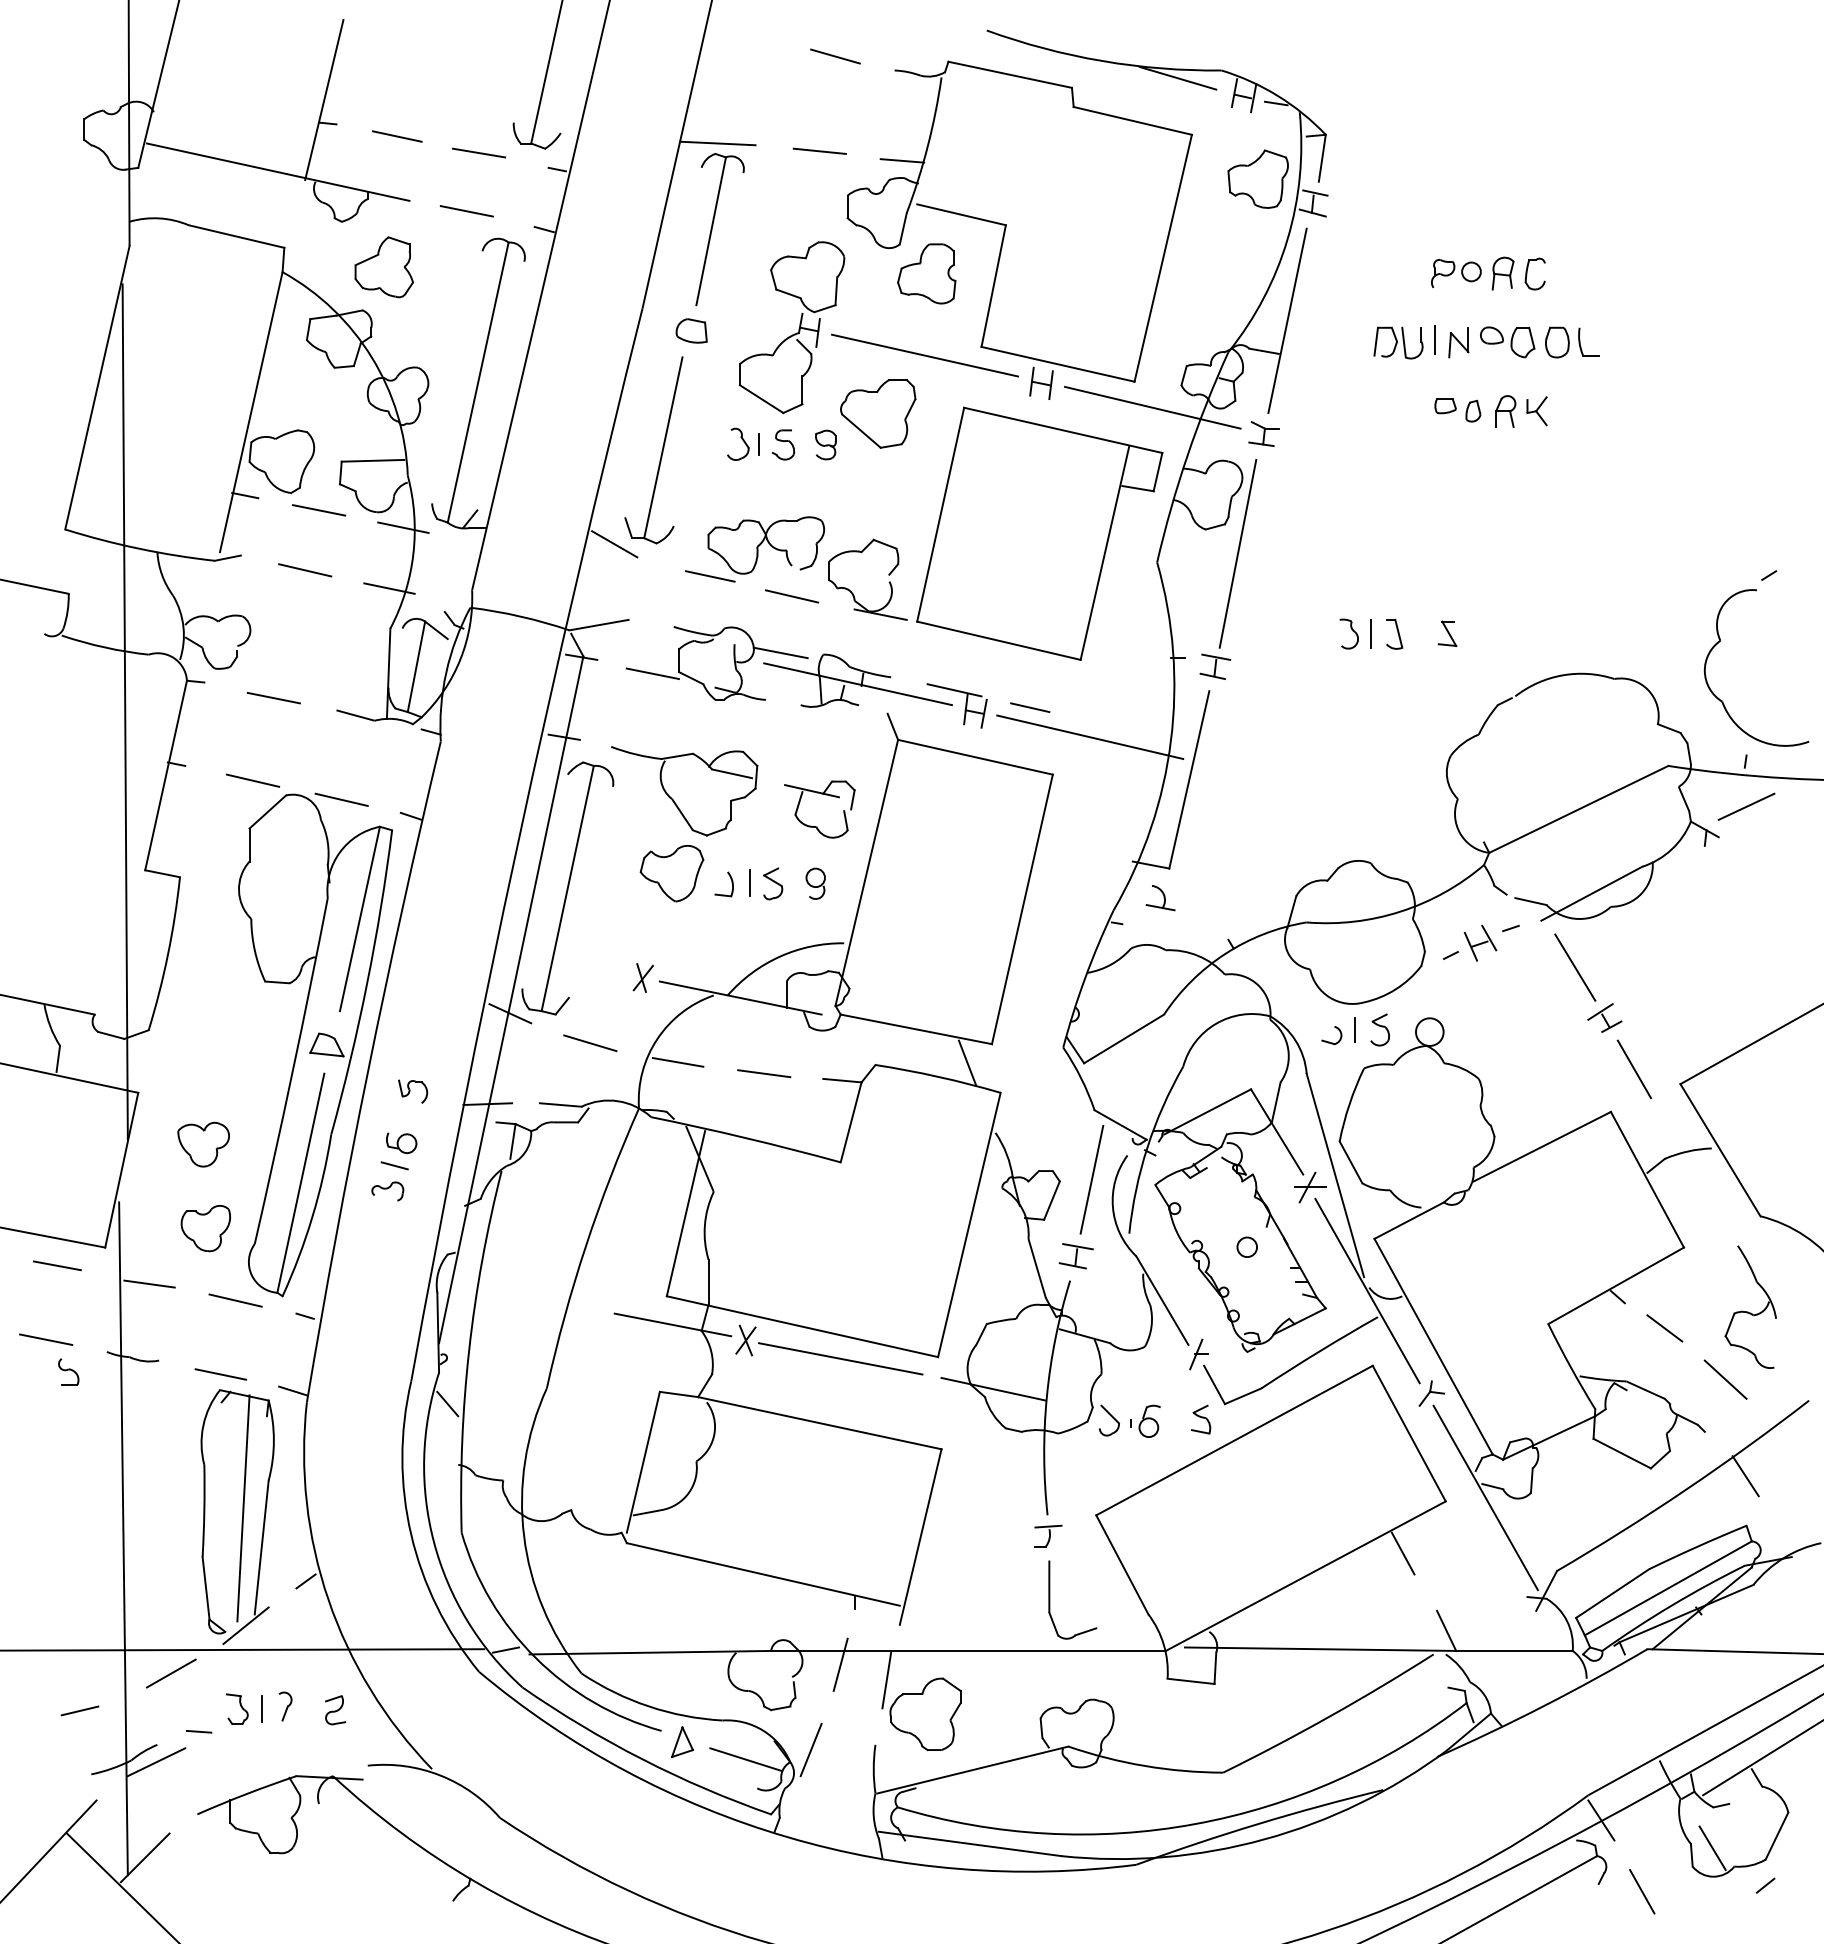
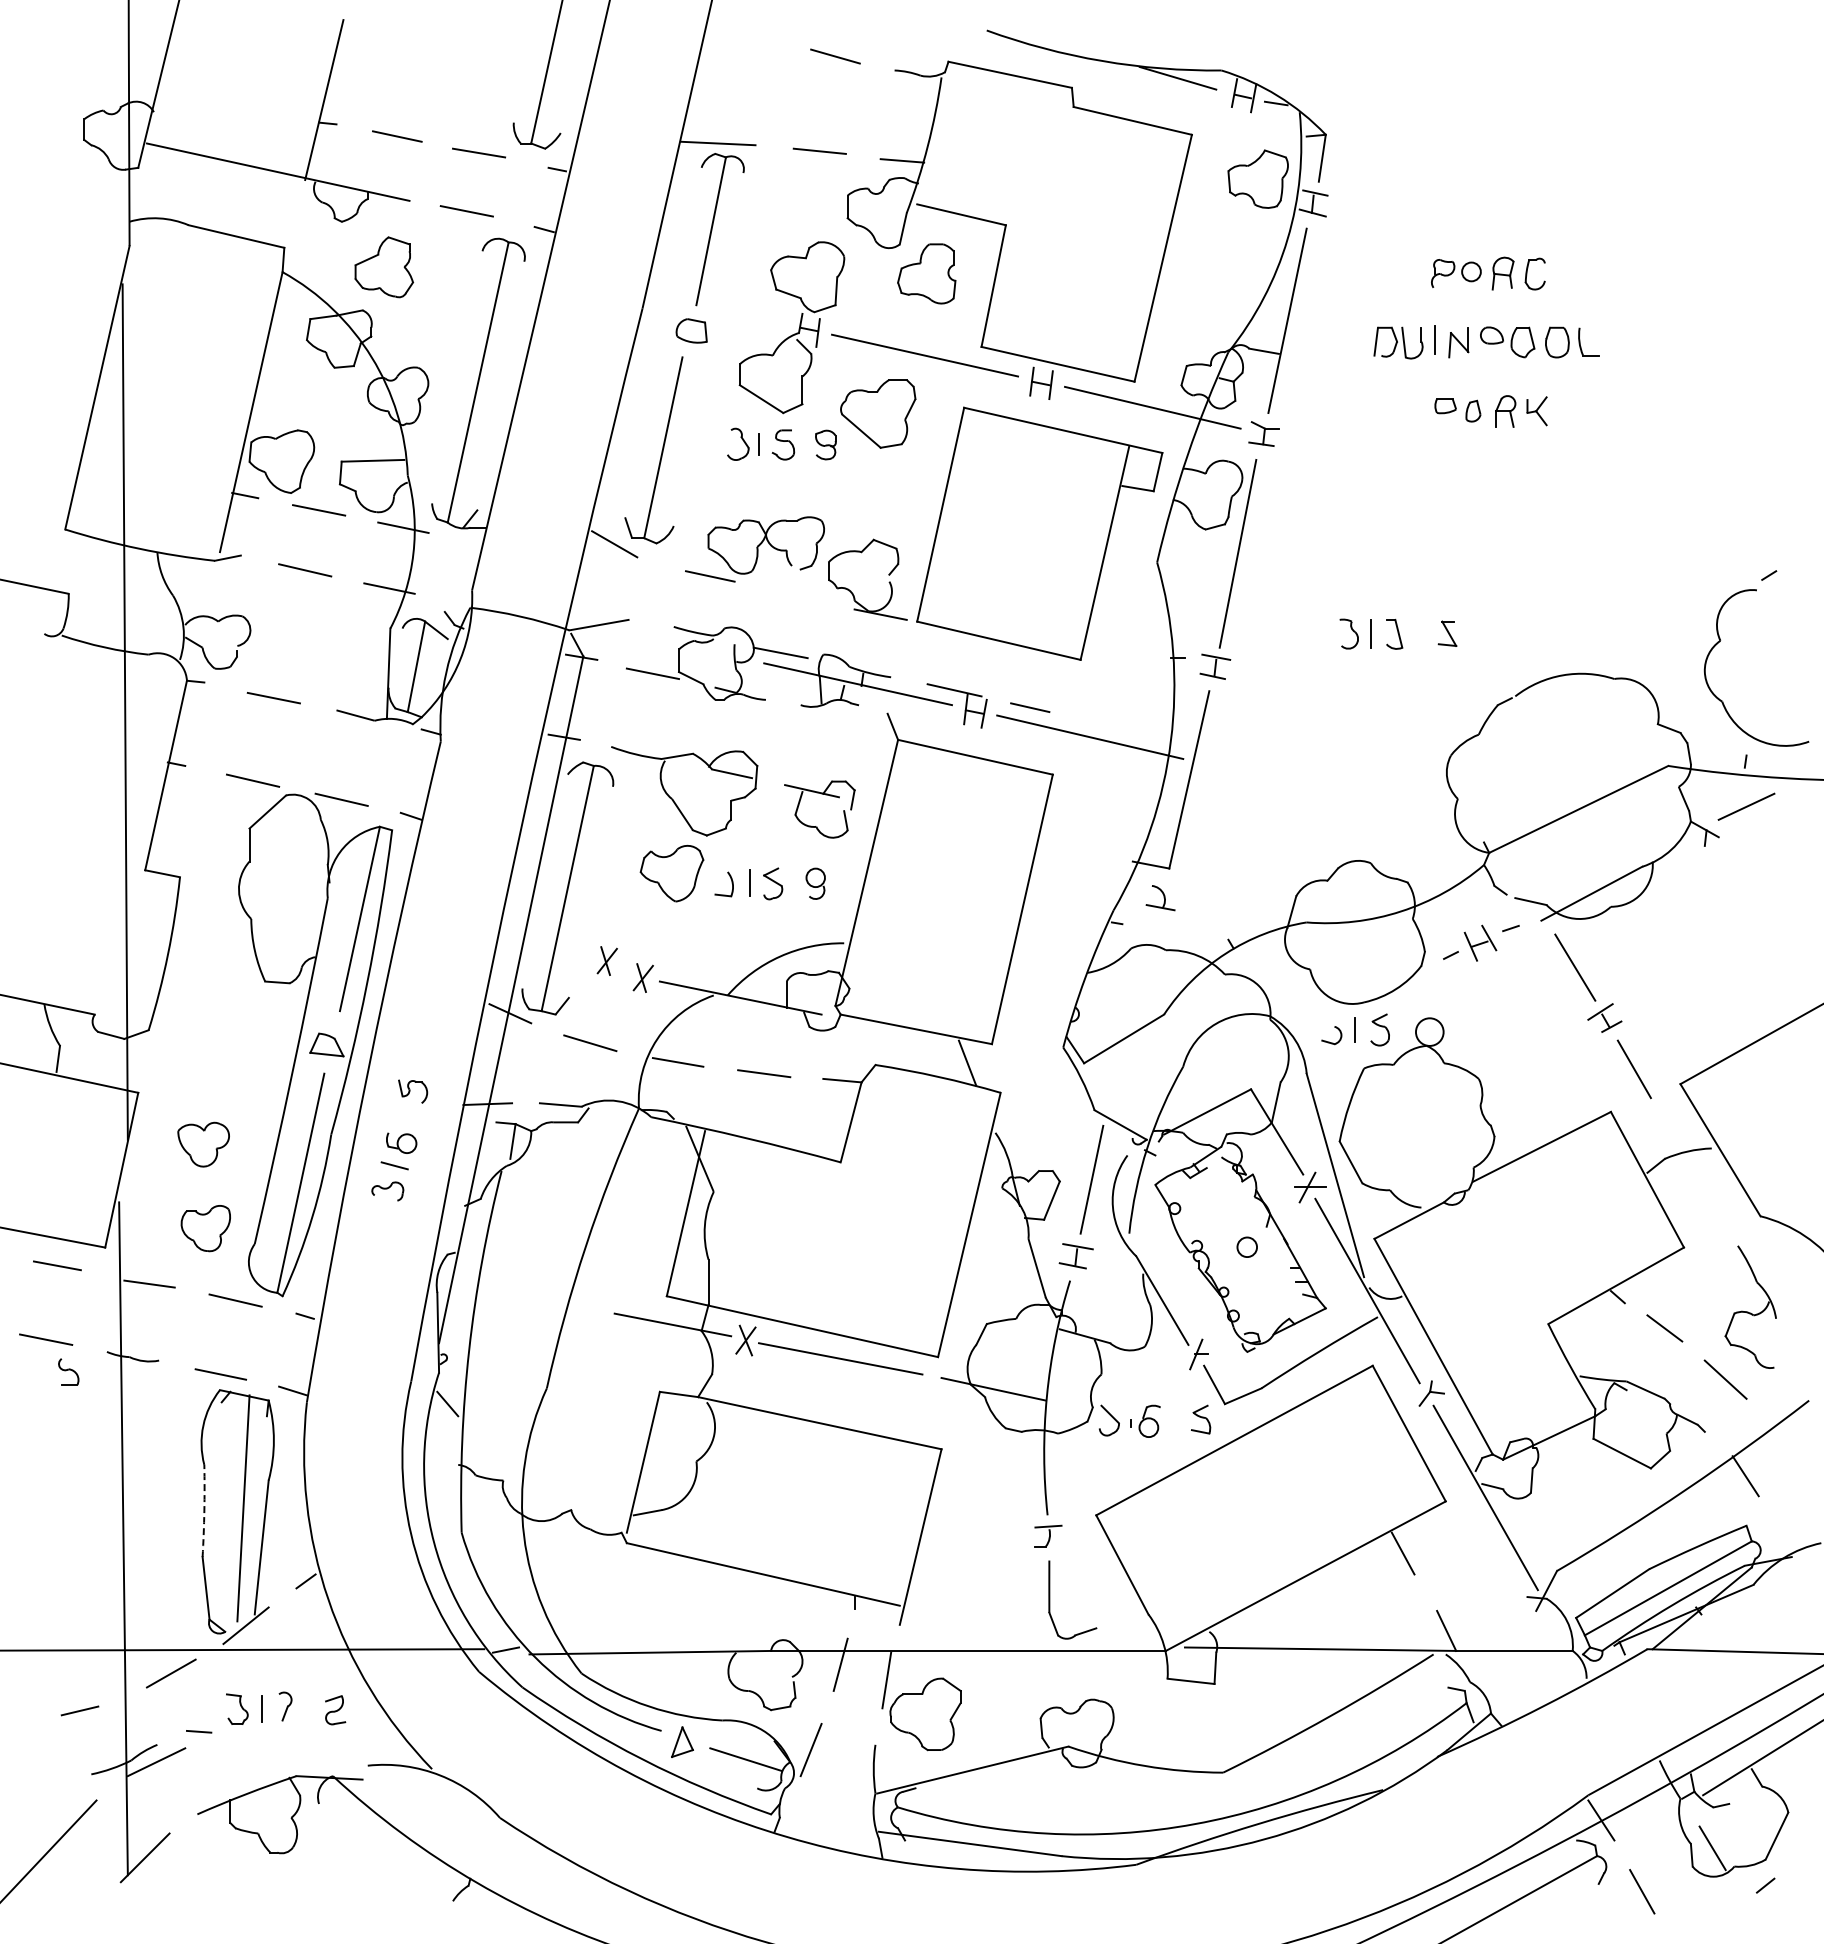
line at (791, 596): present -> none
part at (606, 960): none -> present
arc at (204, 1511): solid -> dashed
line at (121, 1886): present -> none
